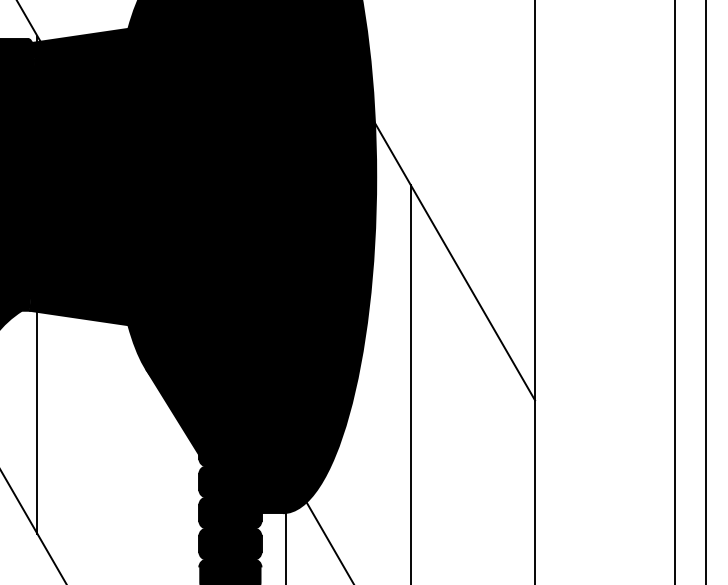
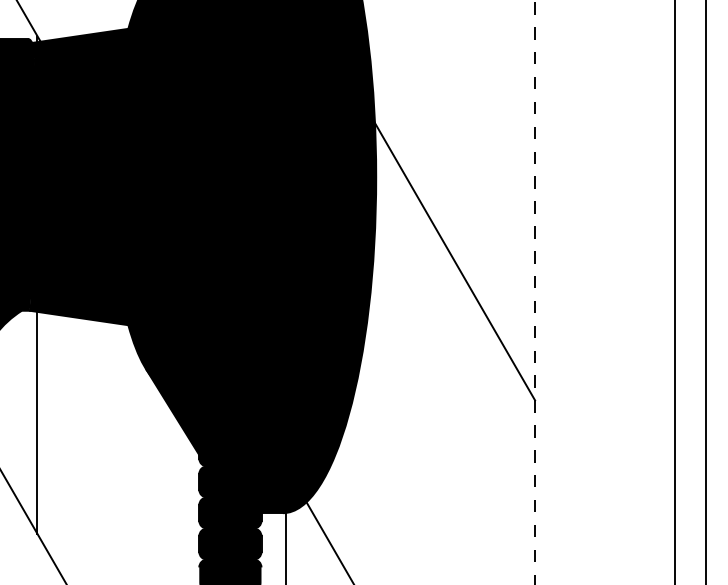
line at (535, 293): solid -> dashed
line at (410, 382): present -> none
